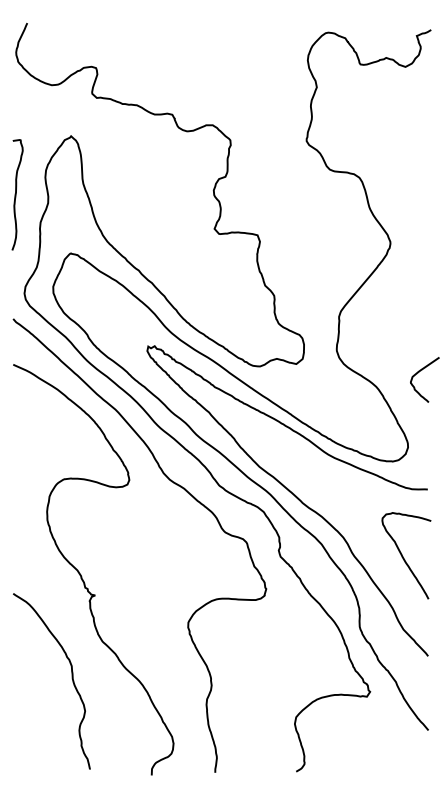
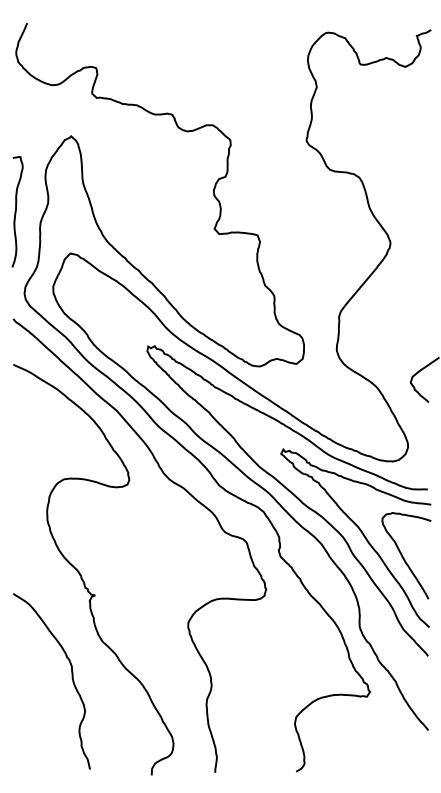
curve at (16, 194) position: (16, 194) -> (16, 211)
curve at (361, 533): none -> present
